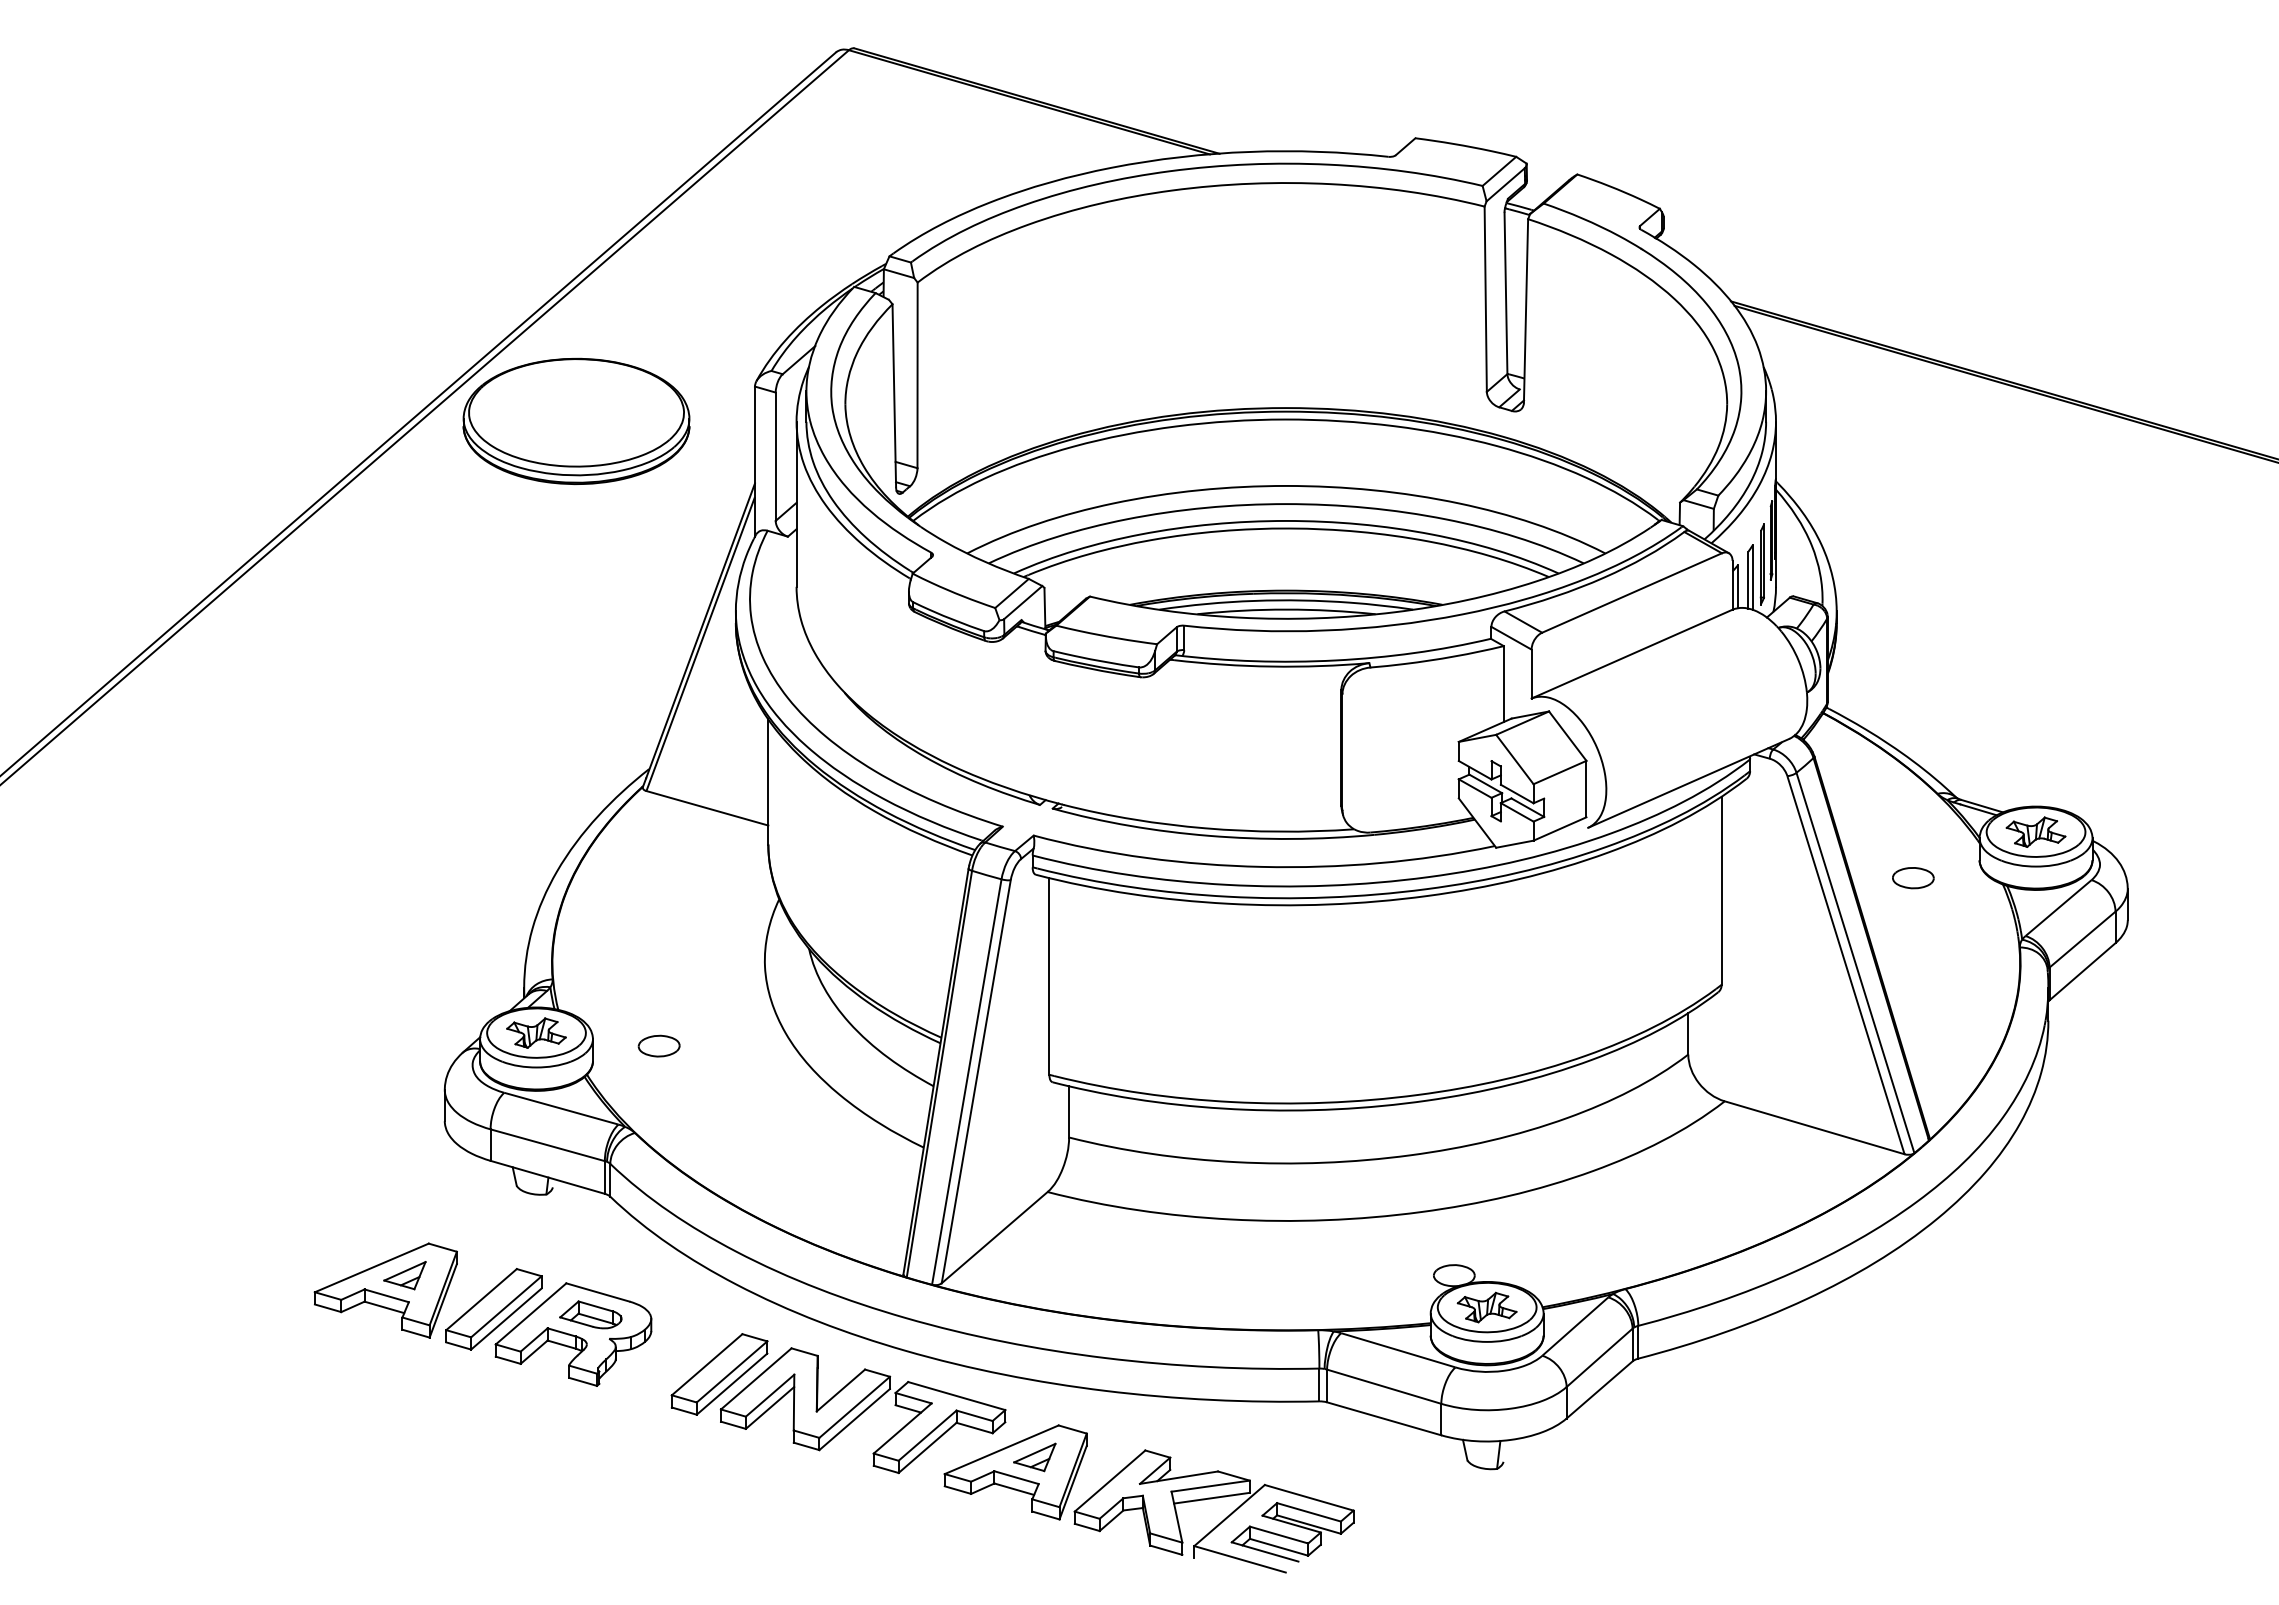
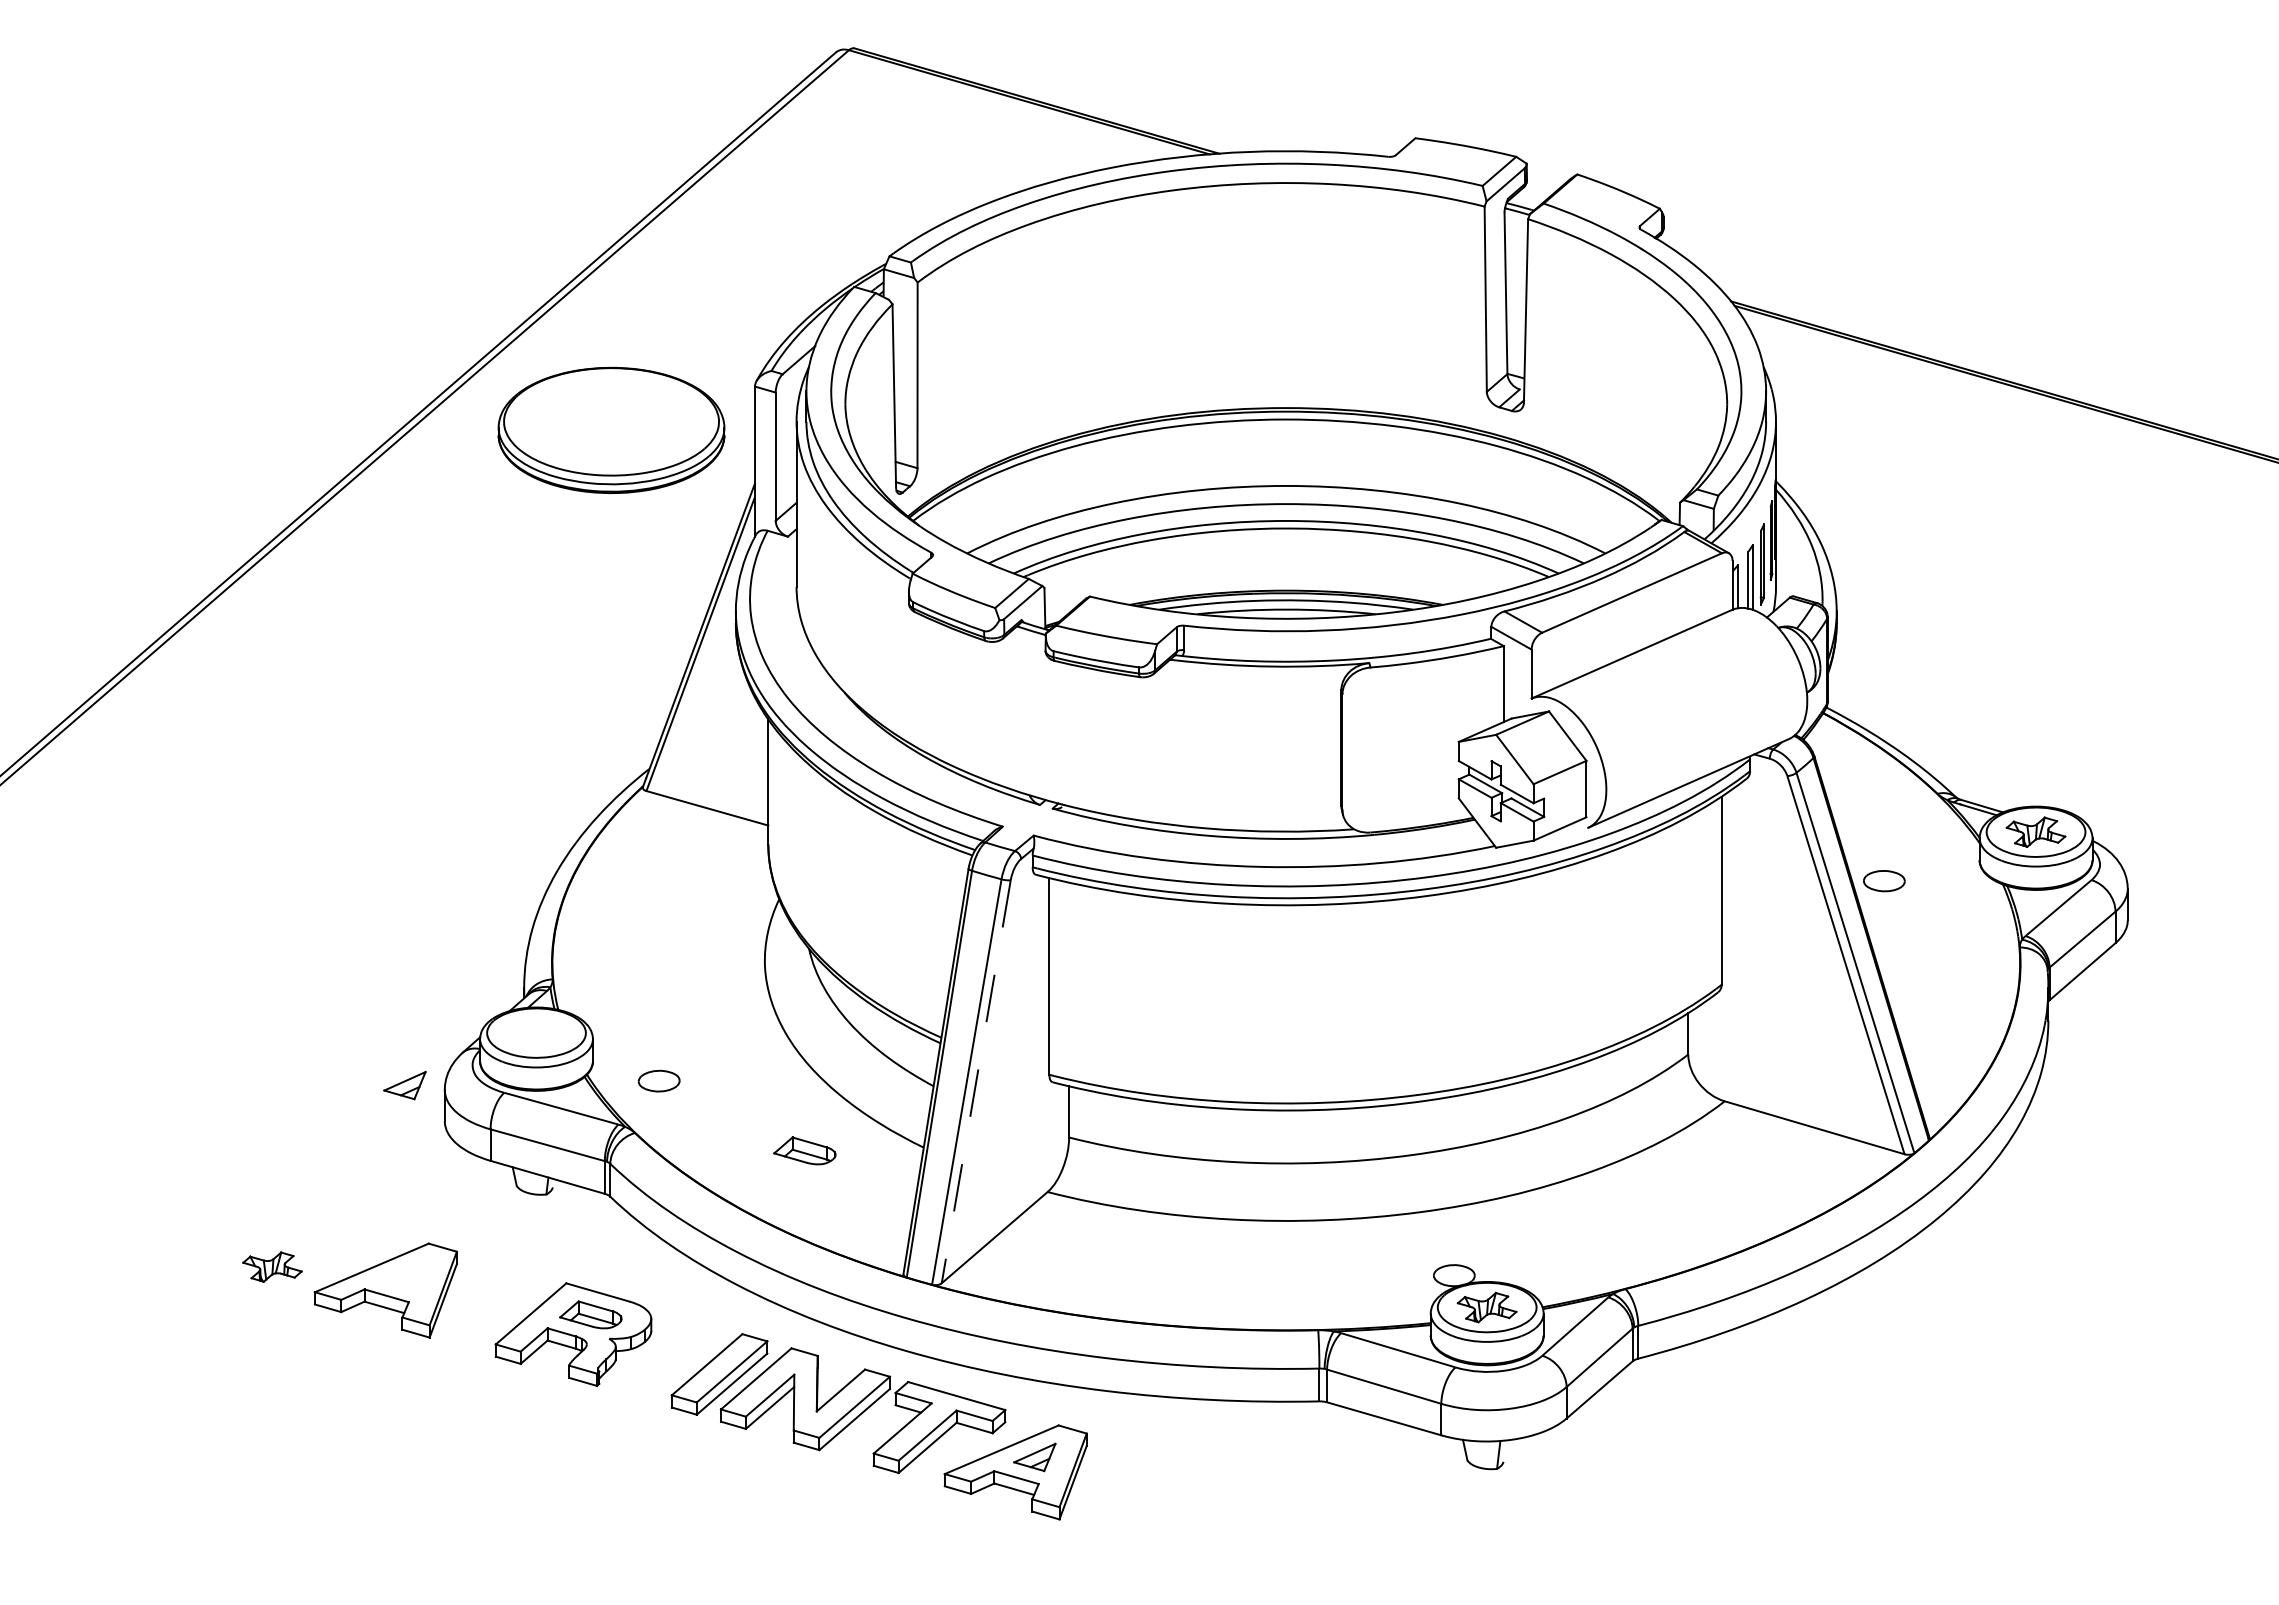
part at (576, 421) position: (576, 421) -> (611, 430)
part at (1913, 878) position: (1913, 878) -> (1884, 881)
part at (536, 1032) position: (536, 1032) -> (272, 1266)
part at (658, 1045) position: (658, 1045) -> (658, 1080)
line at (976, 1082): solid -> dashed
part at (804, 1150): none -> present
part at (404, 1275) position: (404, 1275) -> (404, 1085)
part at (493, 1309): present -> none
part at (1211, 1499): present -> none
